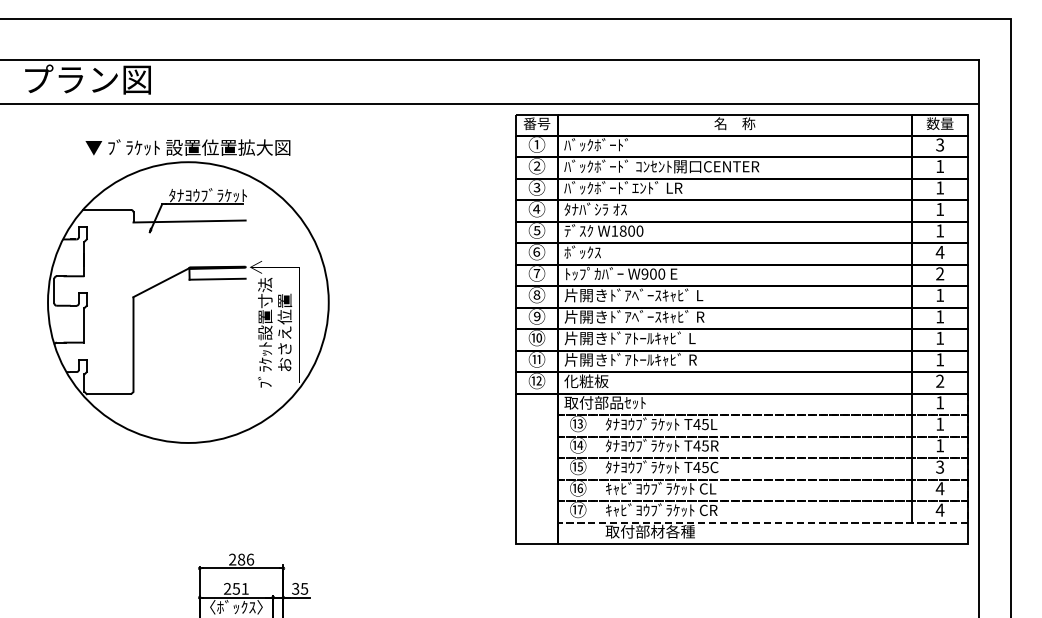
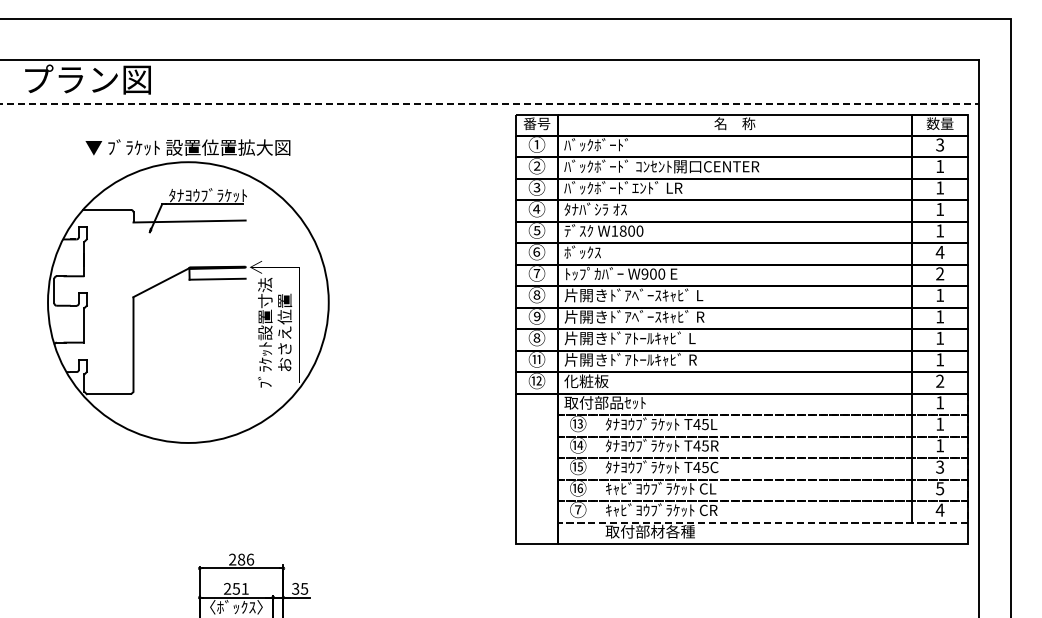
line at (490, 103): solid -> dashed
text at (536, 337): ⑩ -> ⑧
text at (939, 488): 4 -> 5
text at (577, 509): ⑰ -> ⑦
